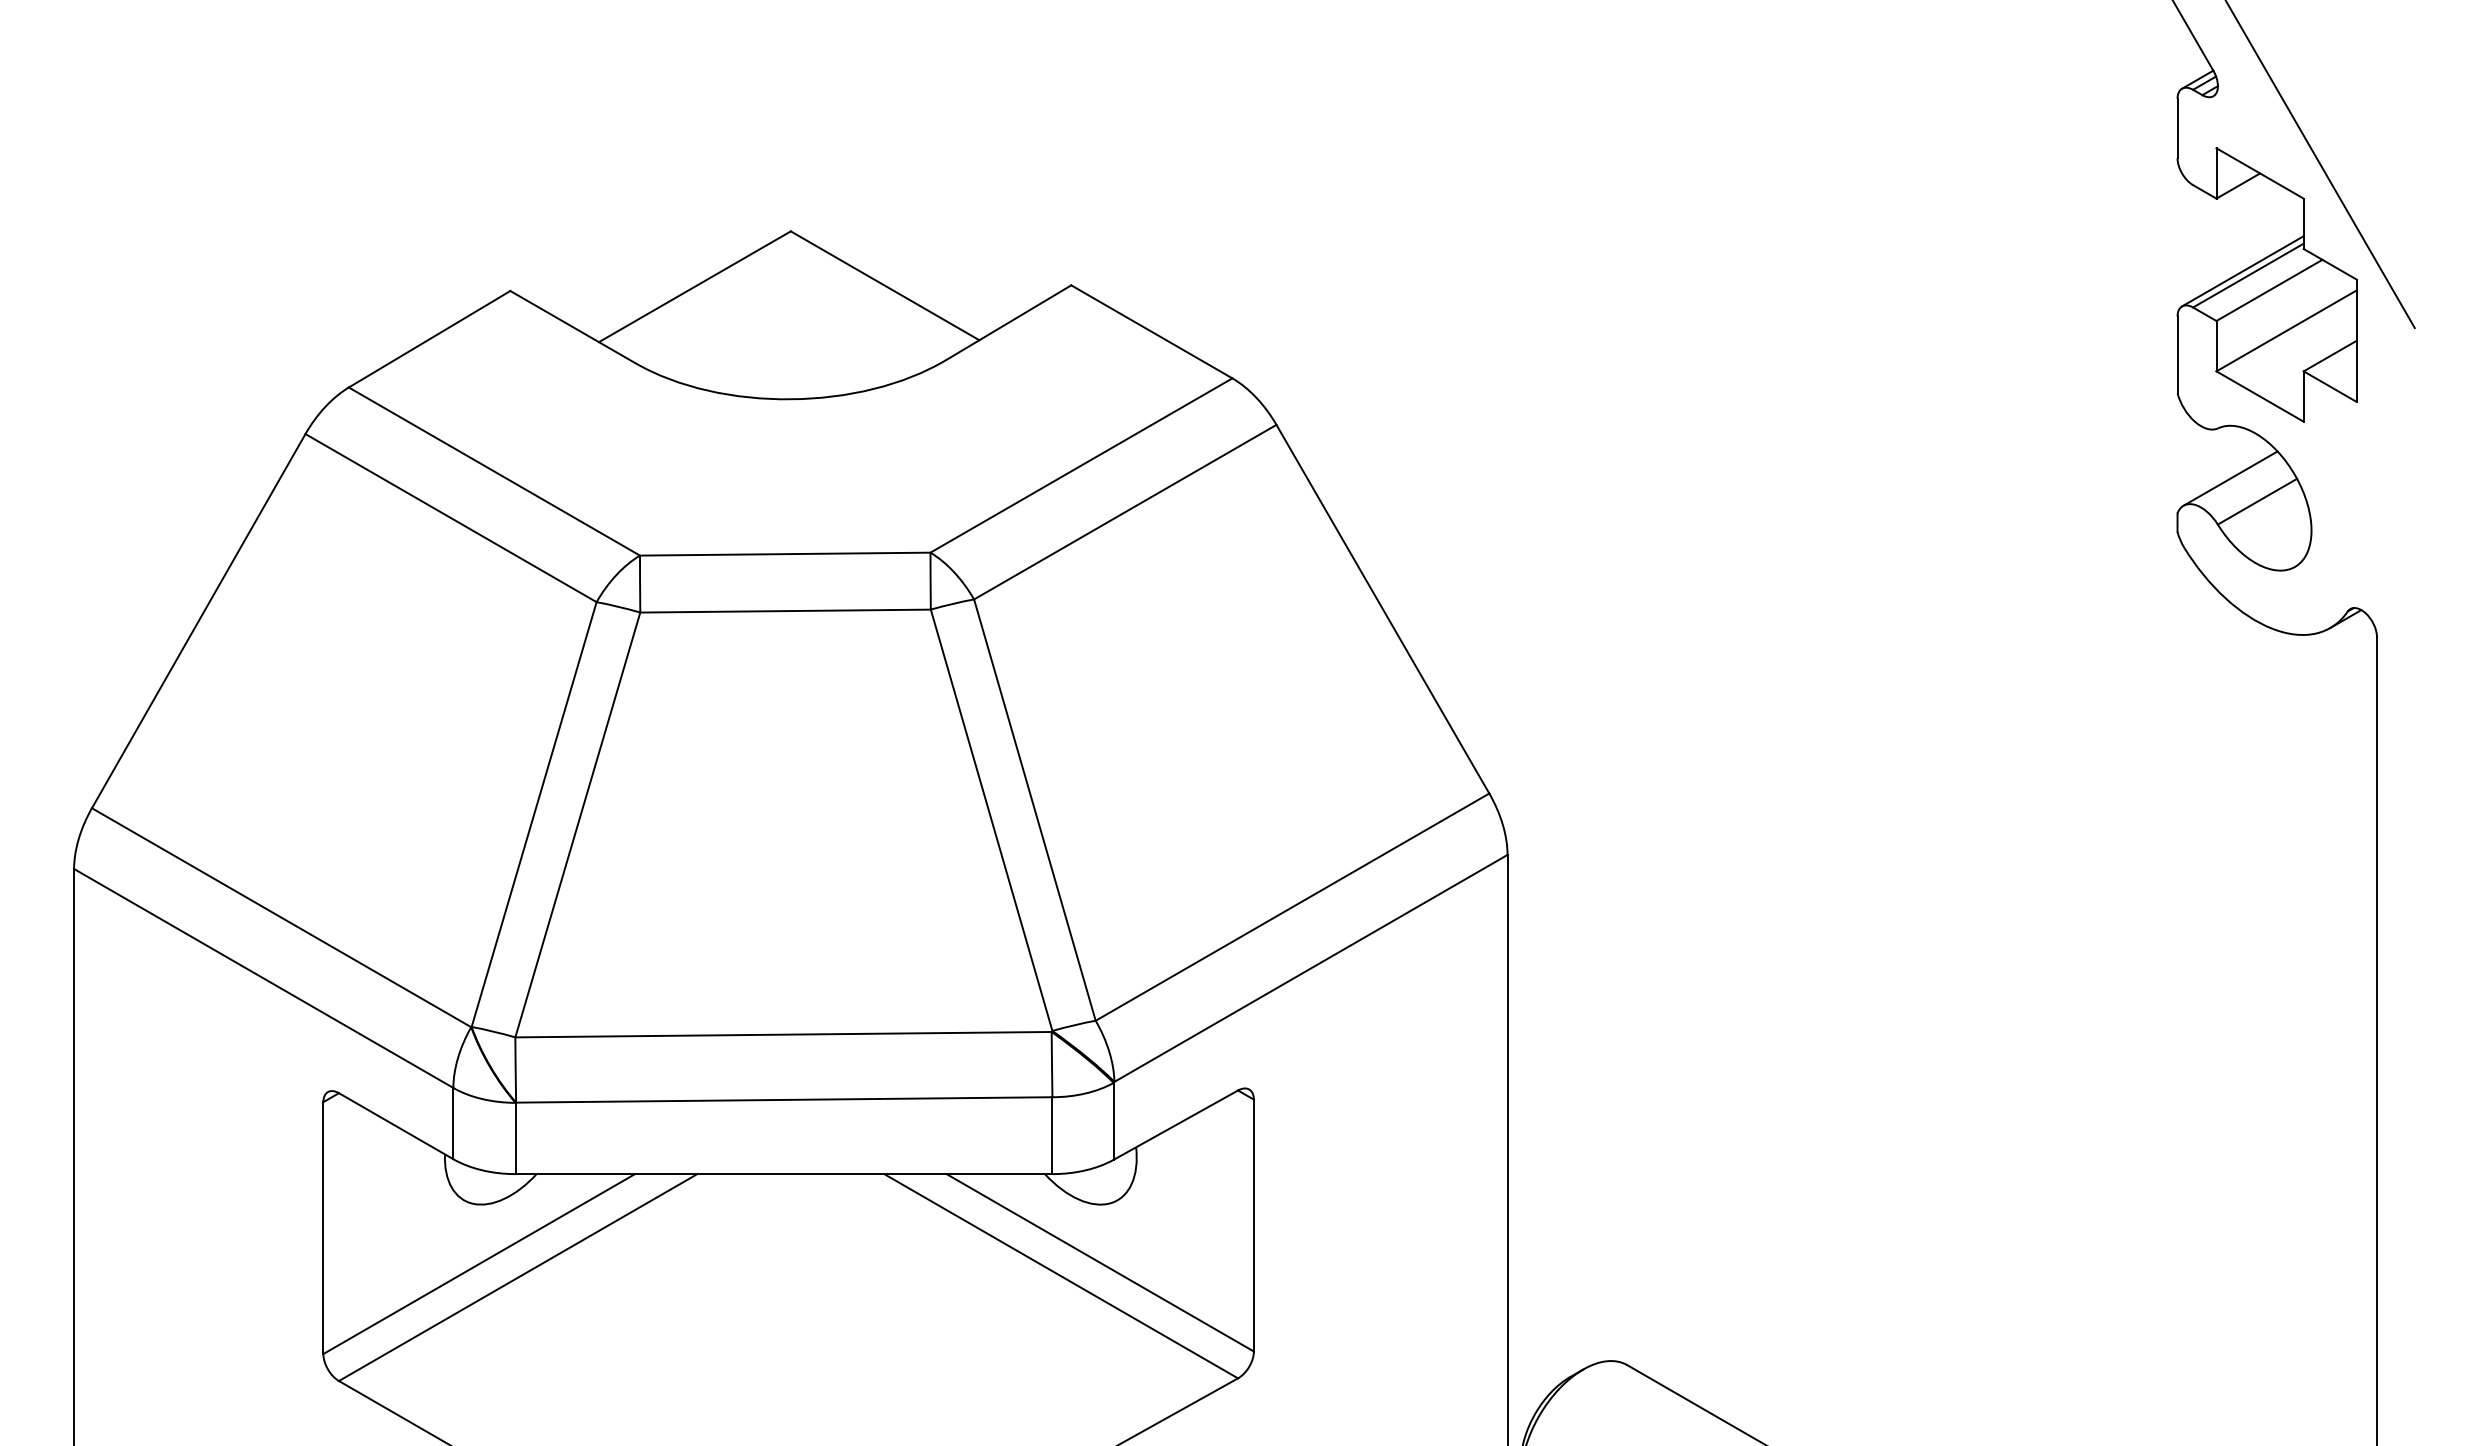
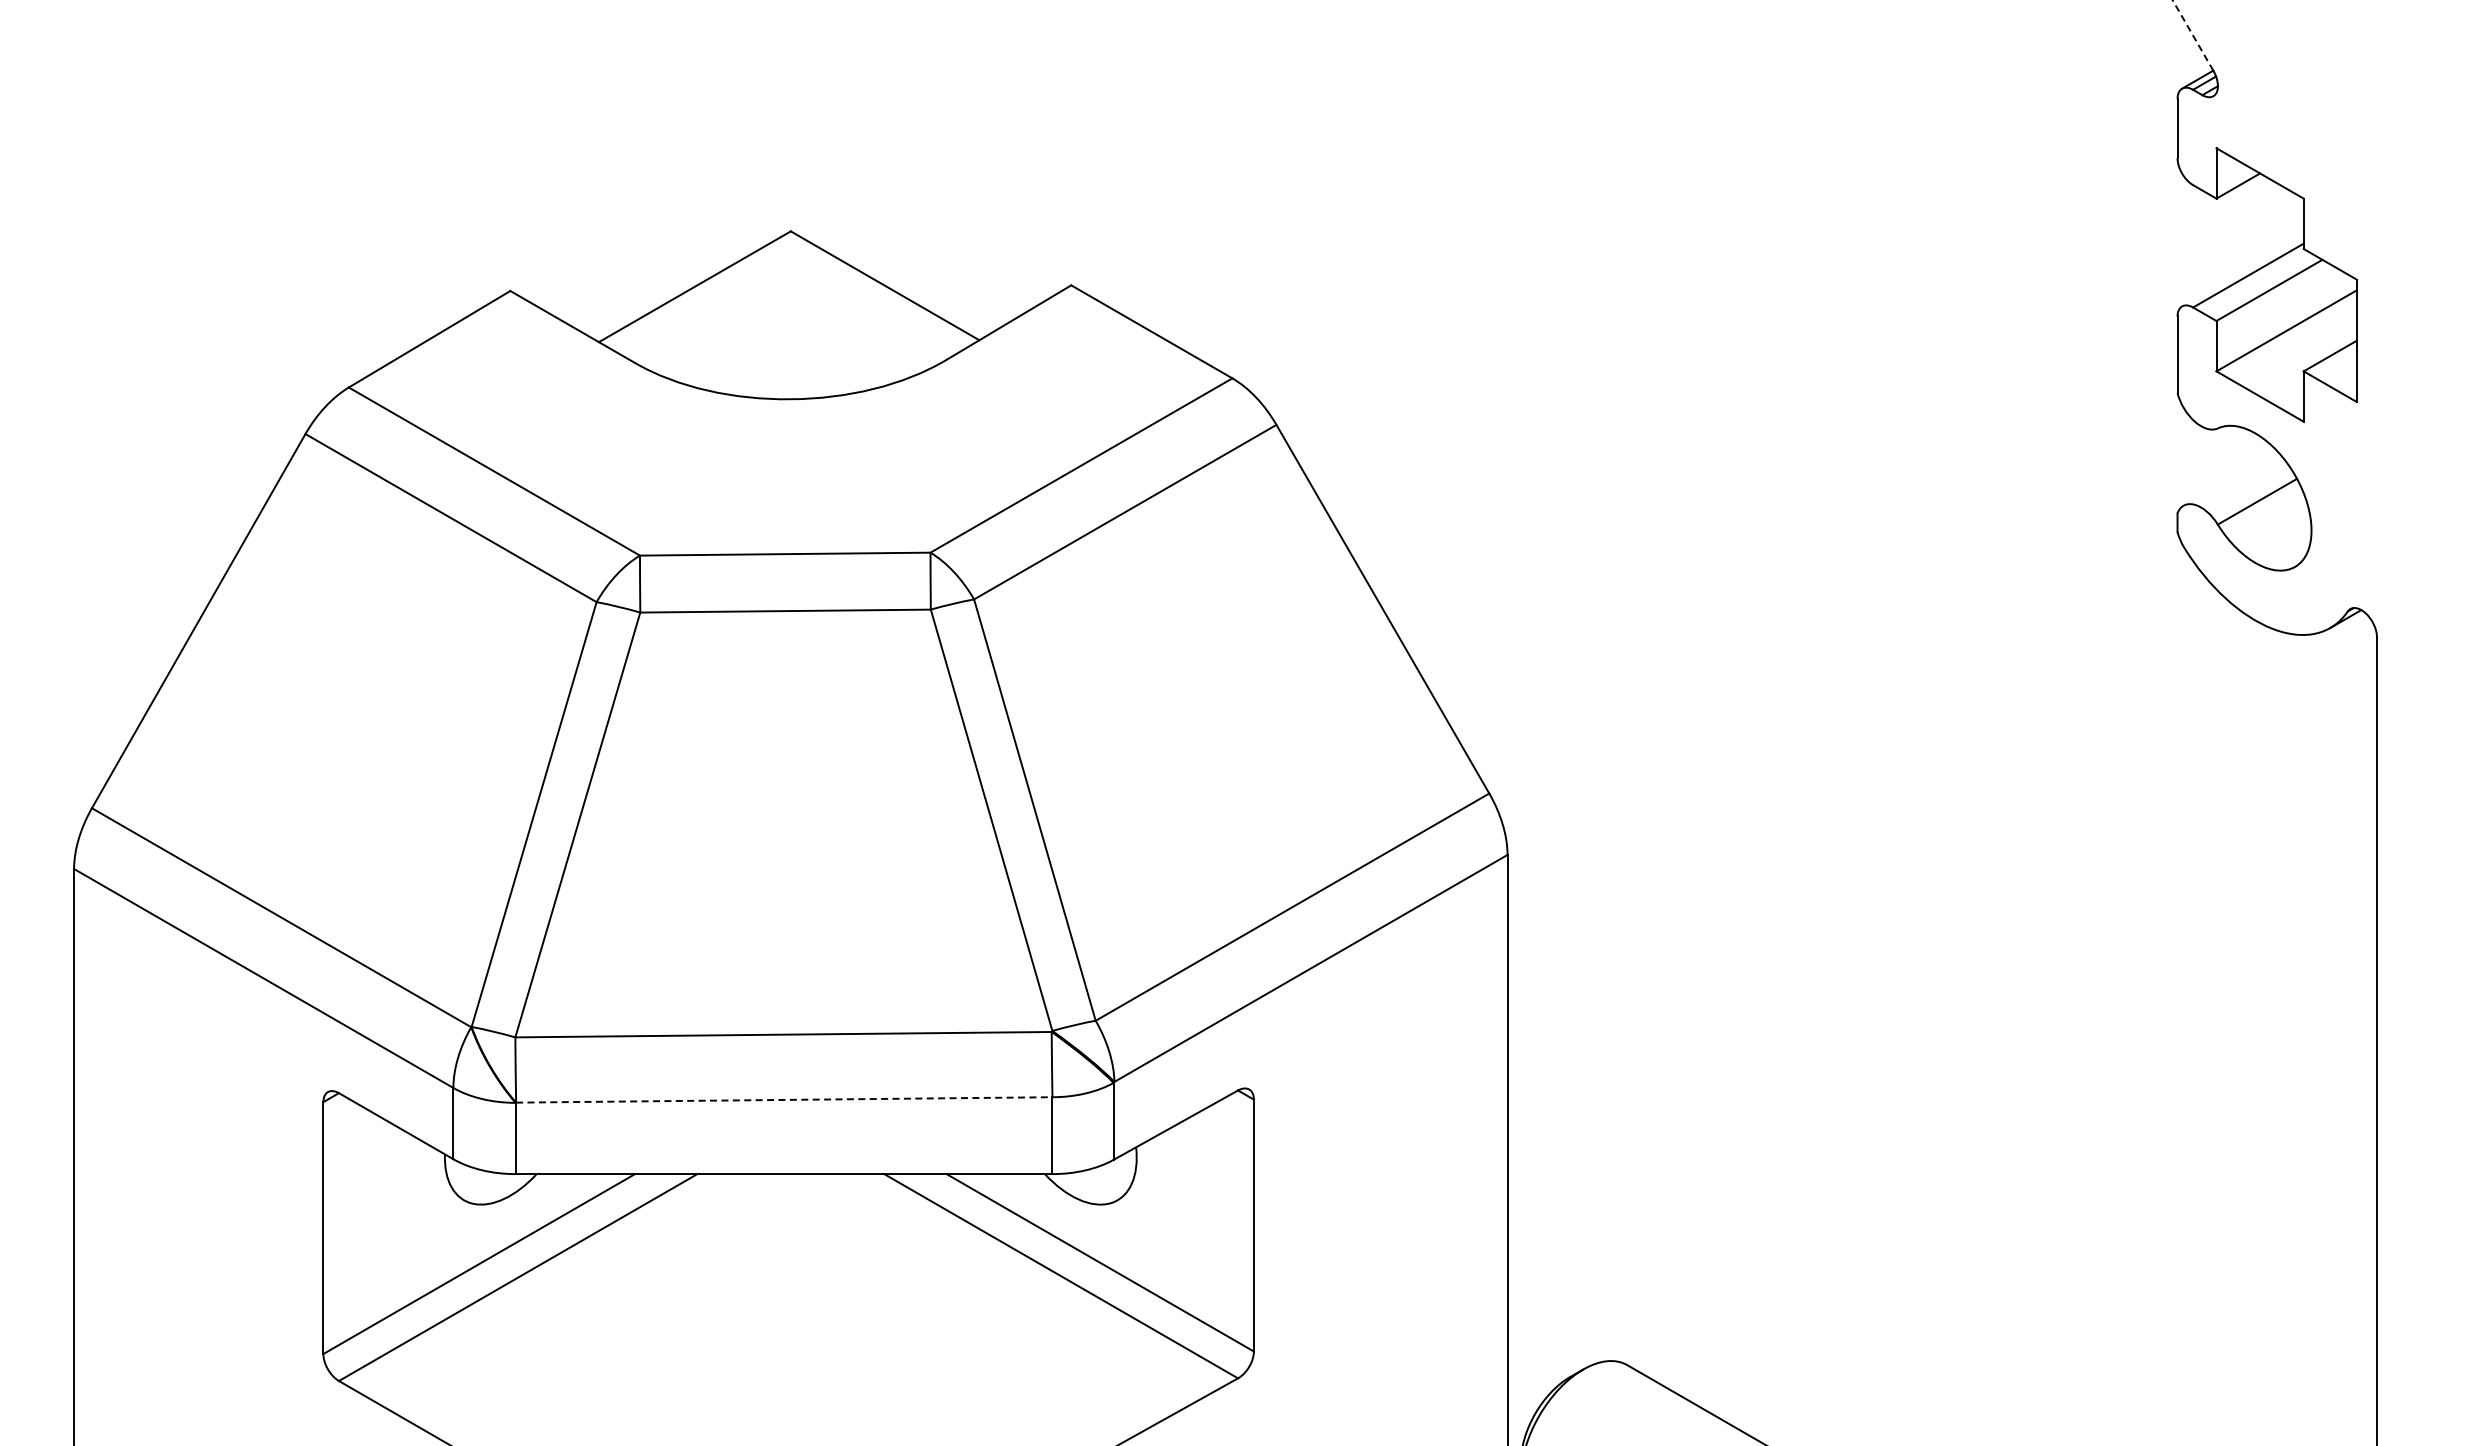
line at (2192, 35): solid -> dashed
line at (2320, 165): present -> none
line at (2242, 271): present -> none
line at (2230, 478): present -> none
line at (784, 1099): solid -> dashed
